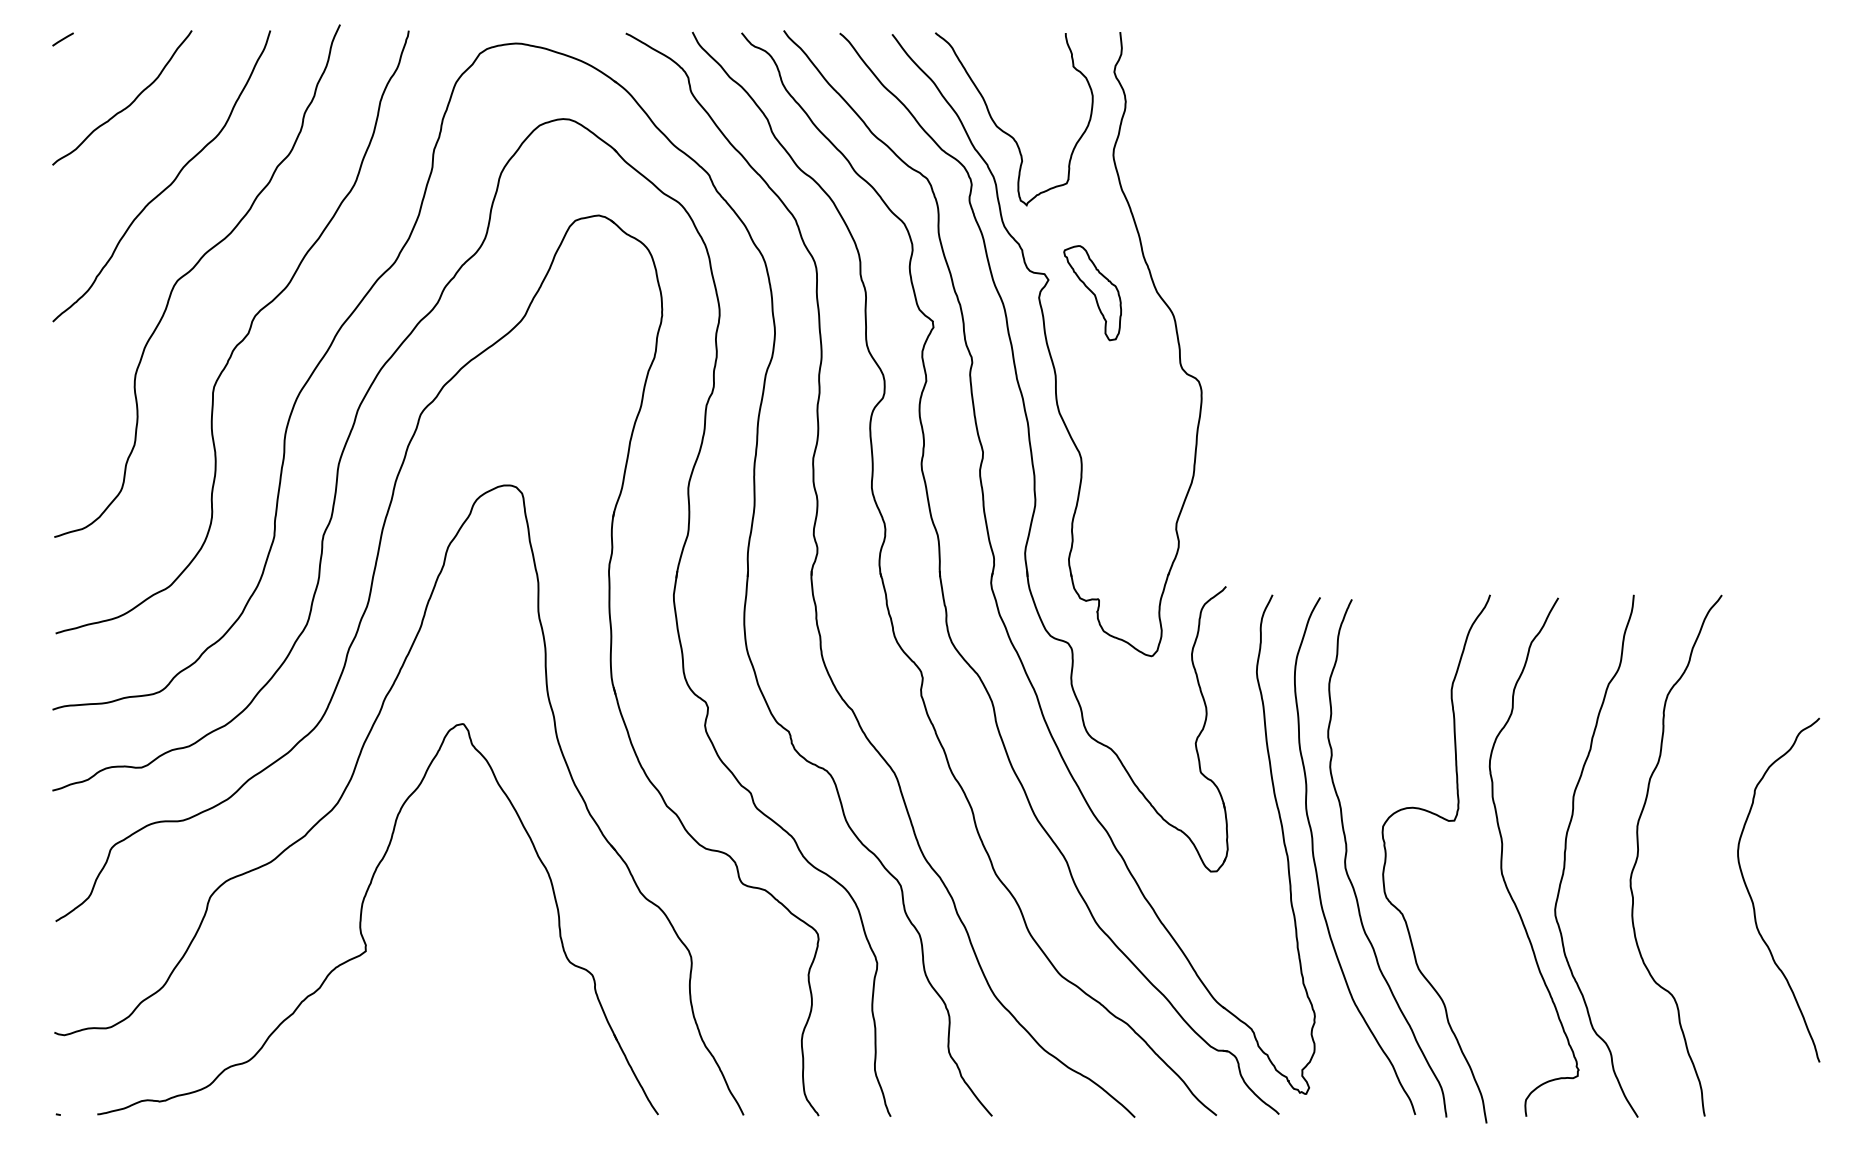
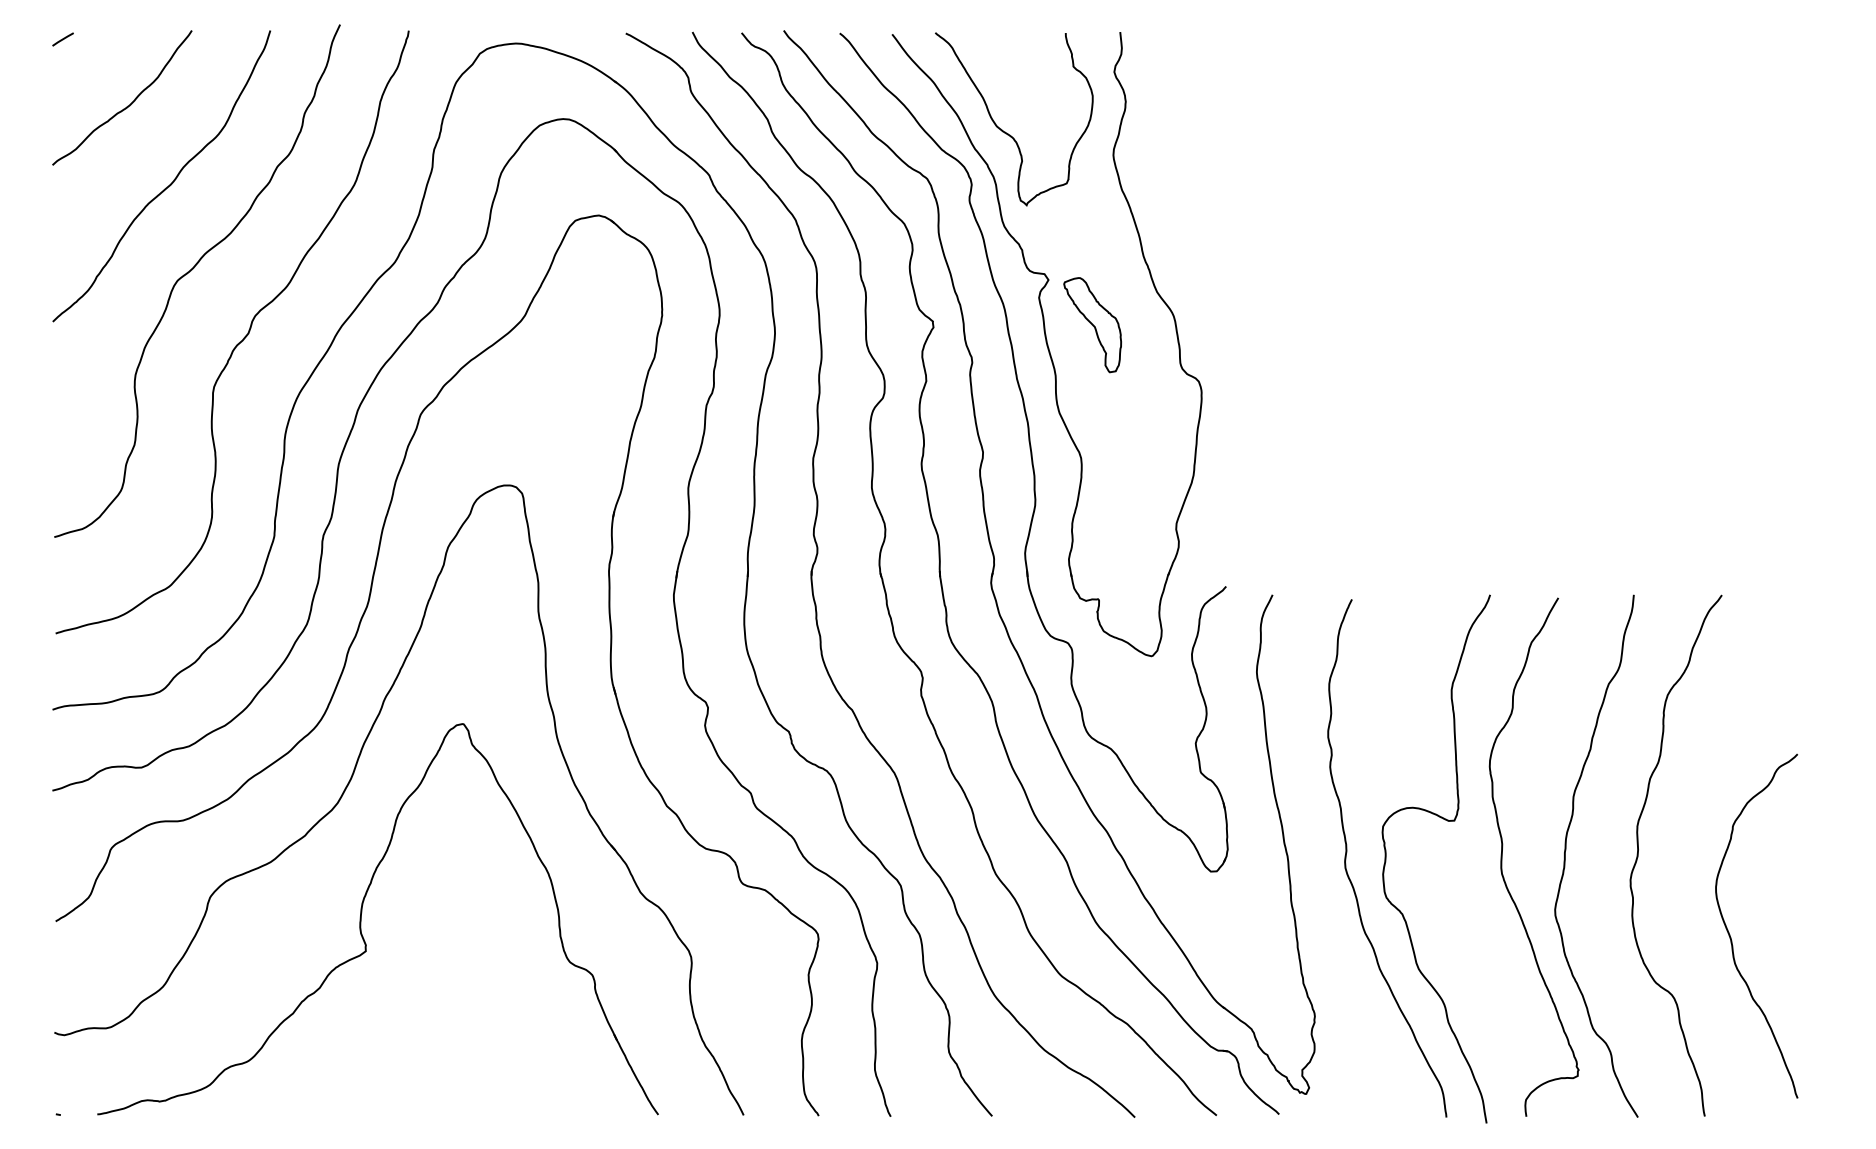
part at (1092, 293) position: (1092, 293) -> (1092, 325)
curve at (1316, 865): present -> none
curve at (1752, 898) position: (1752, 898) -> (1730, 934)
